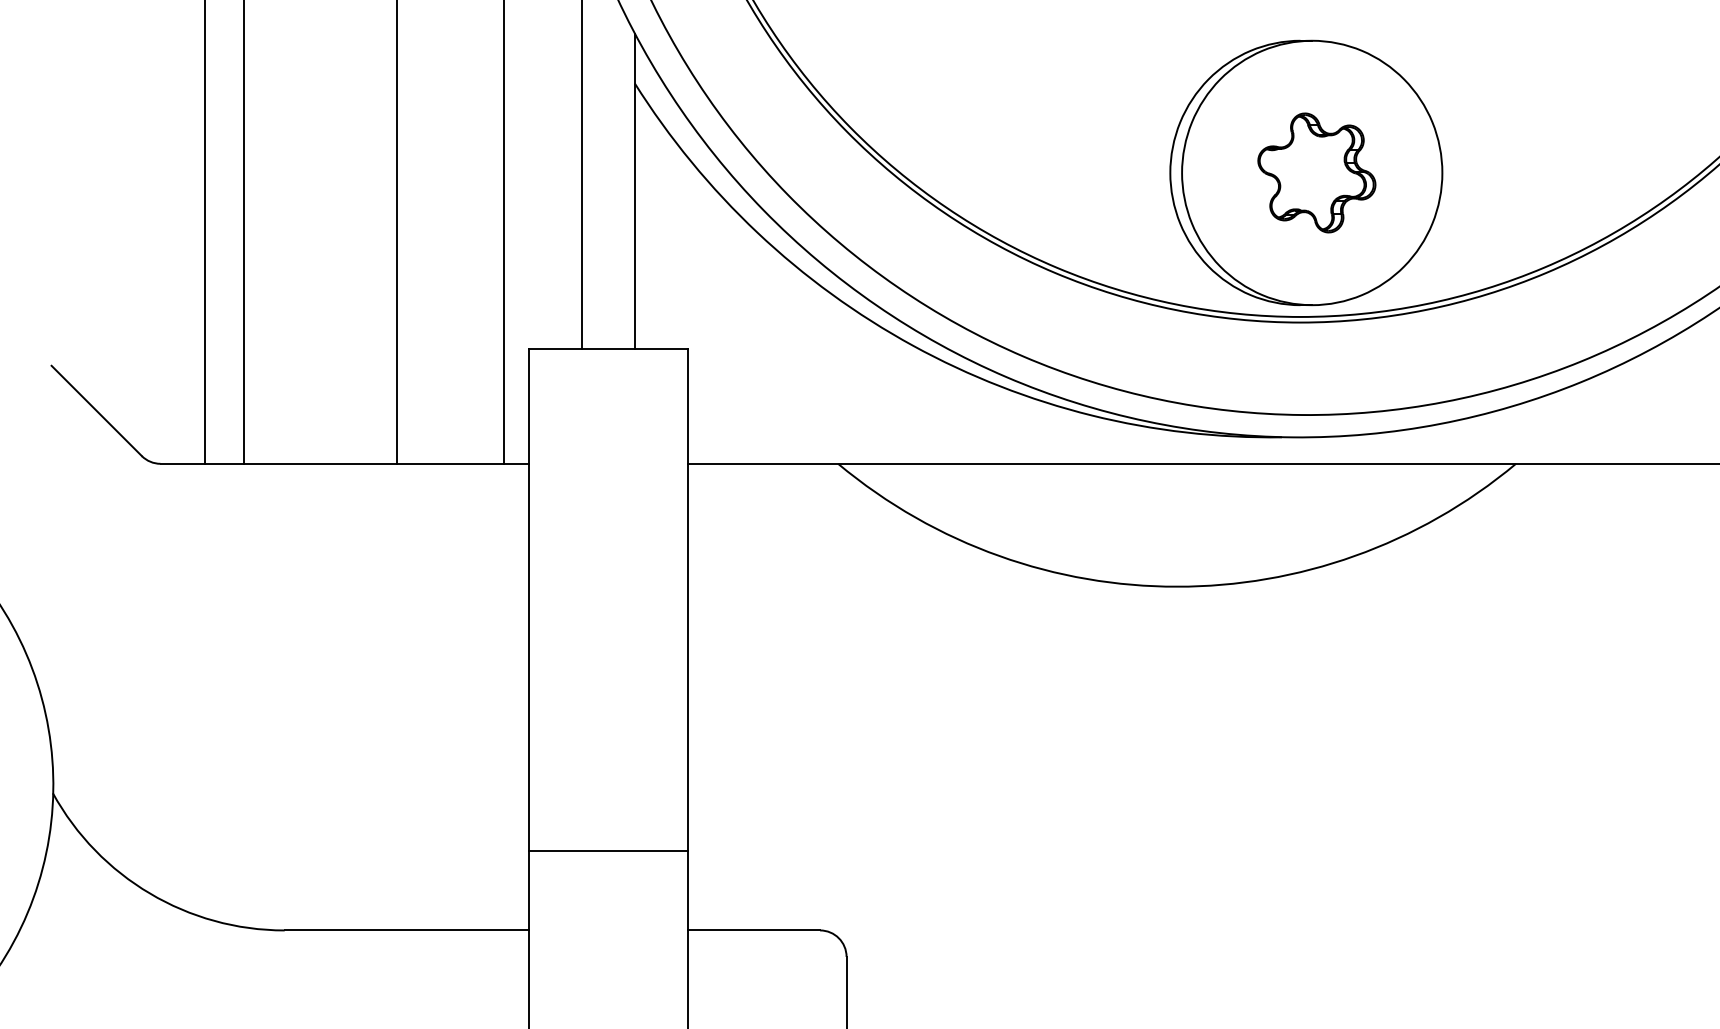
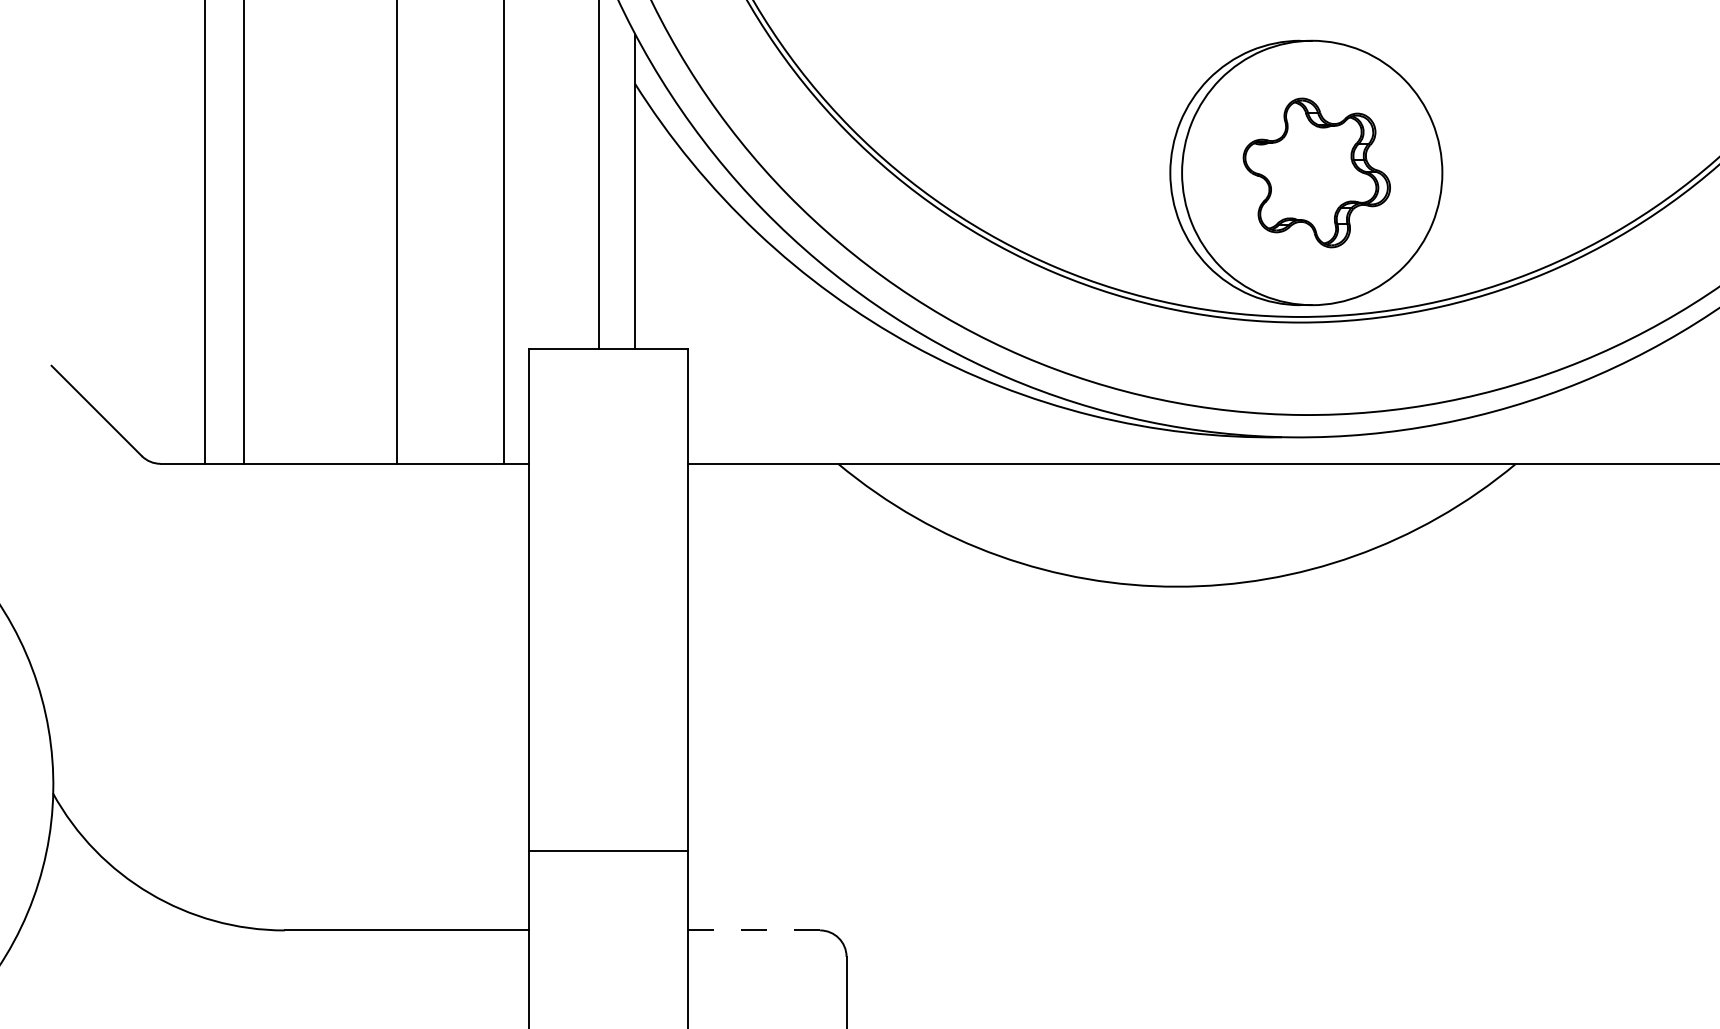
part at (1316, 172) size: 120x122 px -> 149x152 px
line at (582, 175) position: (582, 175) -> (599, 175)
line at (753, 930): solid -> dashed
